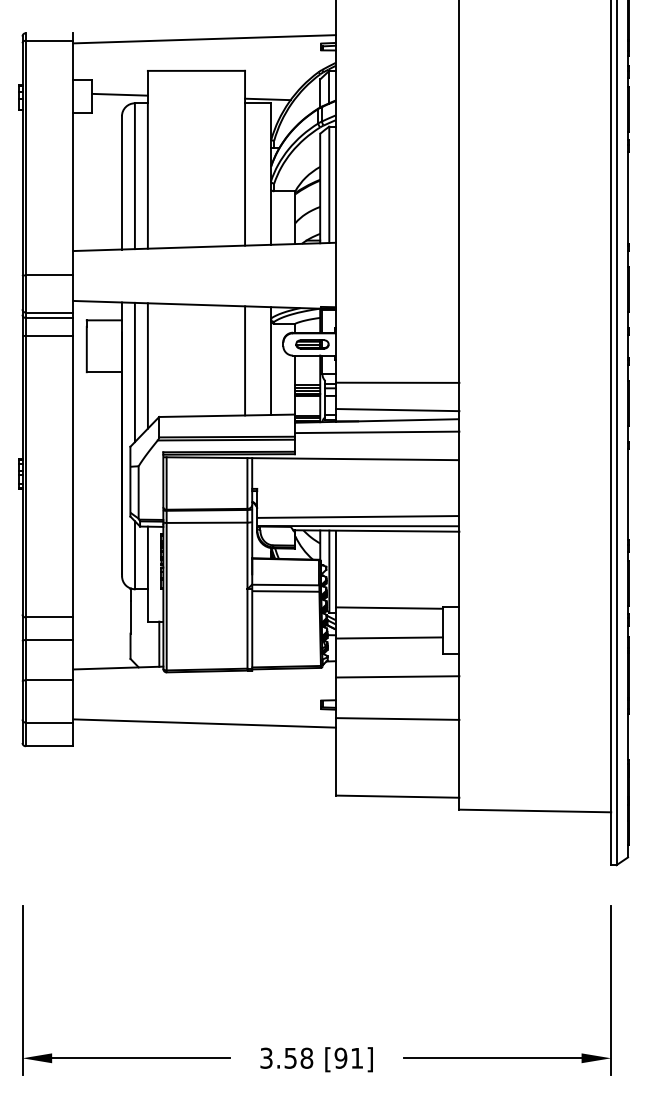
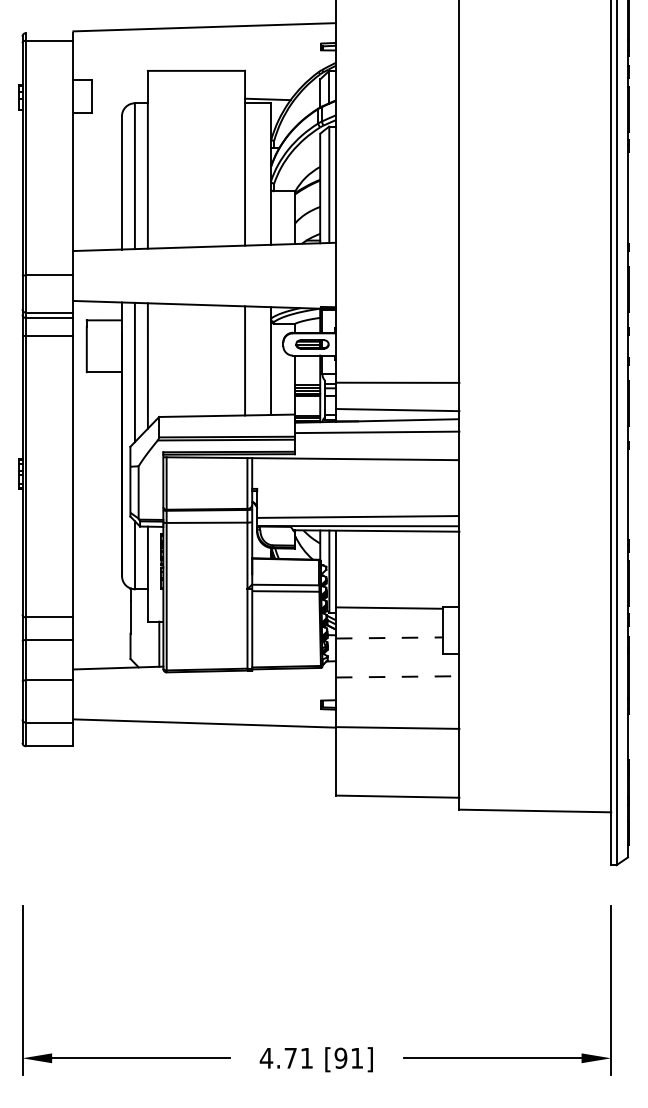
line at (204, 39) position: (204, 39) -> (204, 27)
line at (119, 94): present -> none
line at (389, 637): solid -> dashed
line at (397, 676): solid -> dashed
line at (397, 718) position: (397, 718) -> (397, 727)
text at (286, 1057): 3.58 -> 4.71
